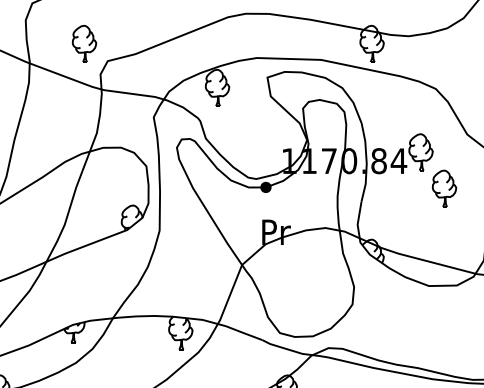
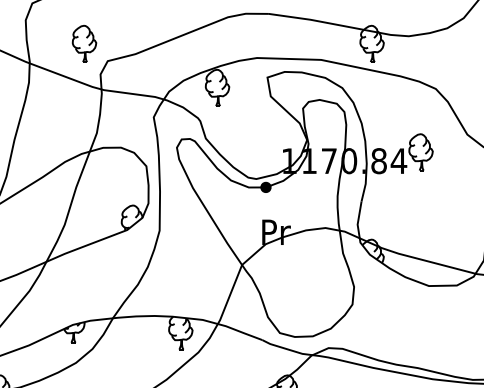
part at (444, 188): present -> none
